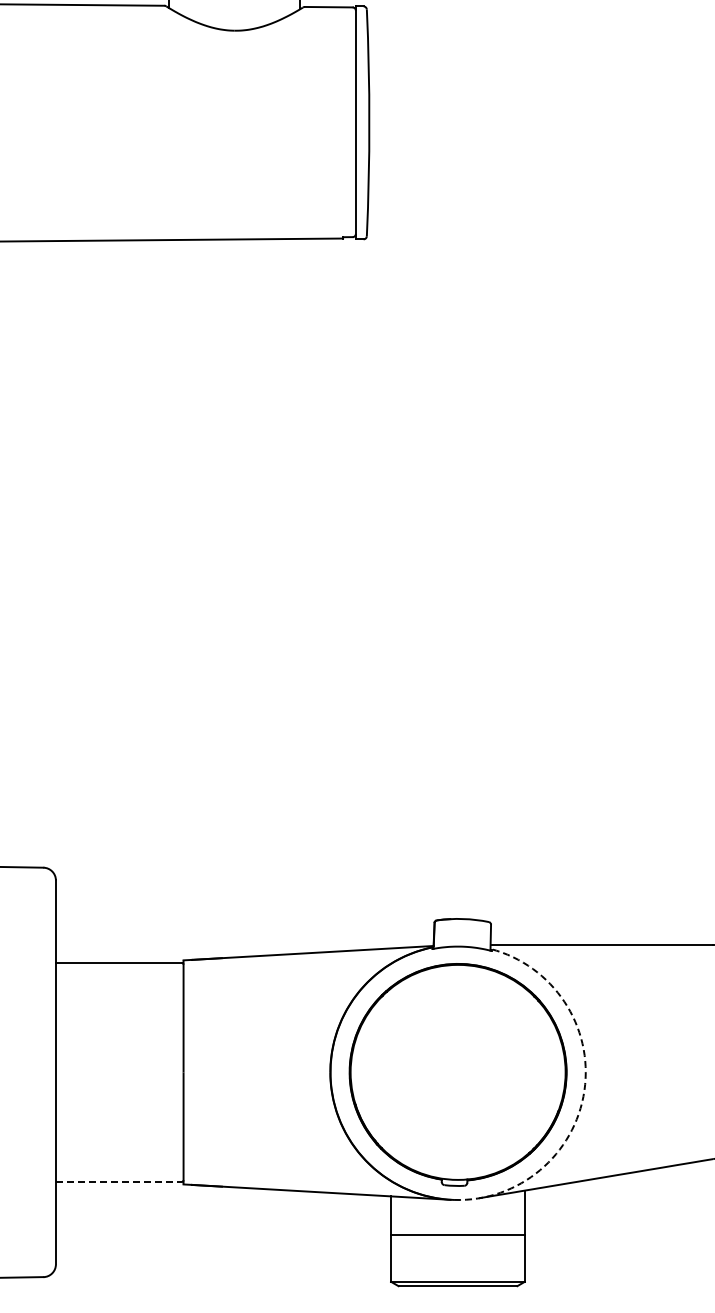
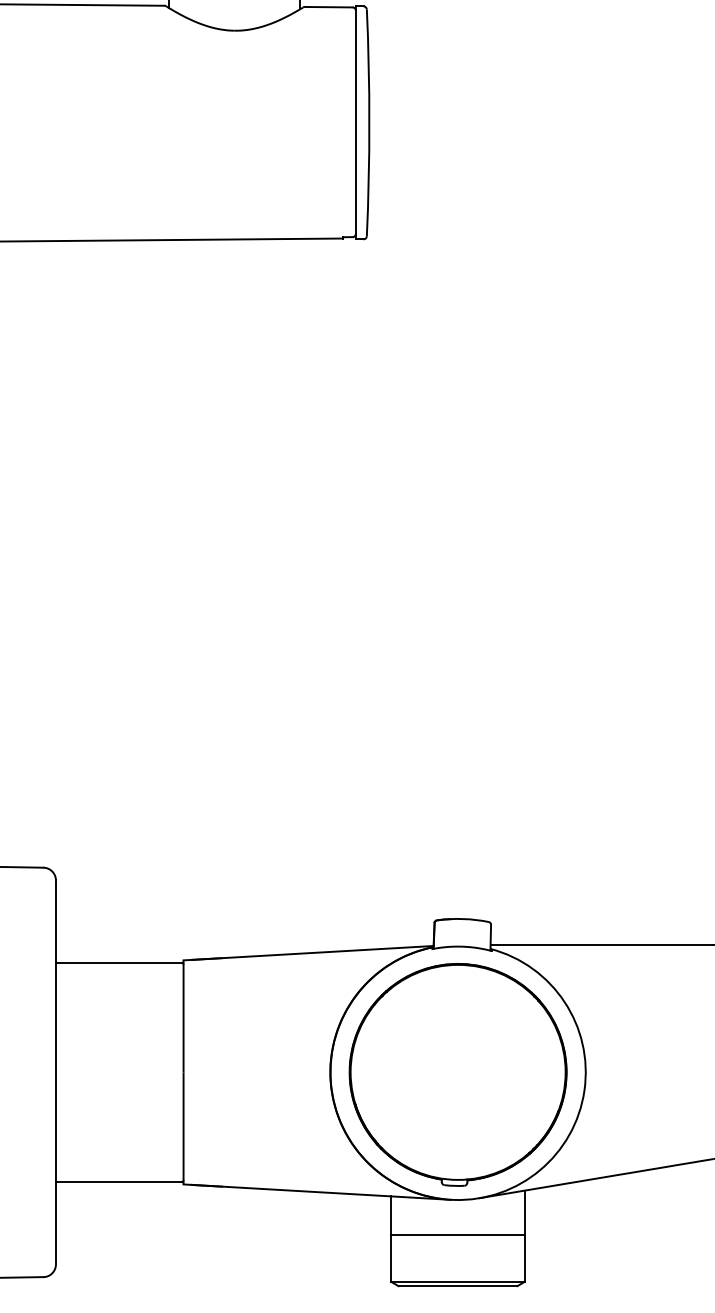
arc at (584, 1090): dashed -> solid
line at (118, 1182): dashed -> solid
